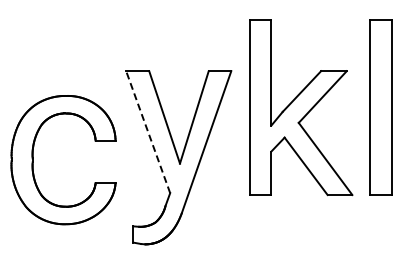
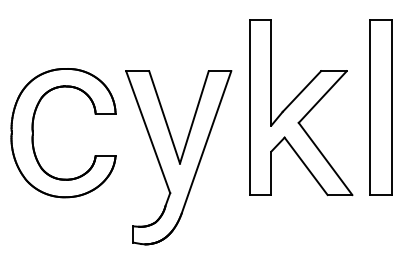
line at (148, 132): dashed -> solid
part at (33, 160) position: (33, 160) -> (33, 133)
